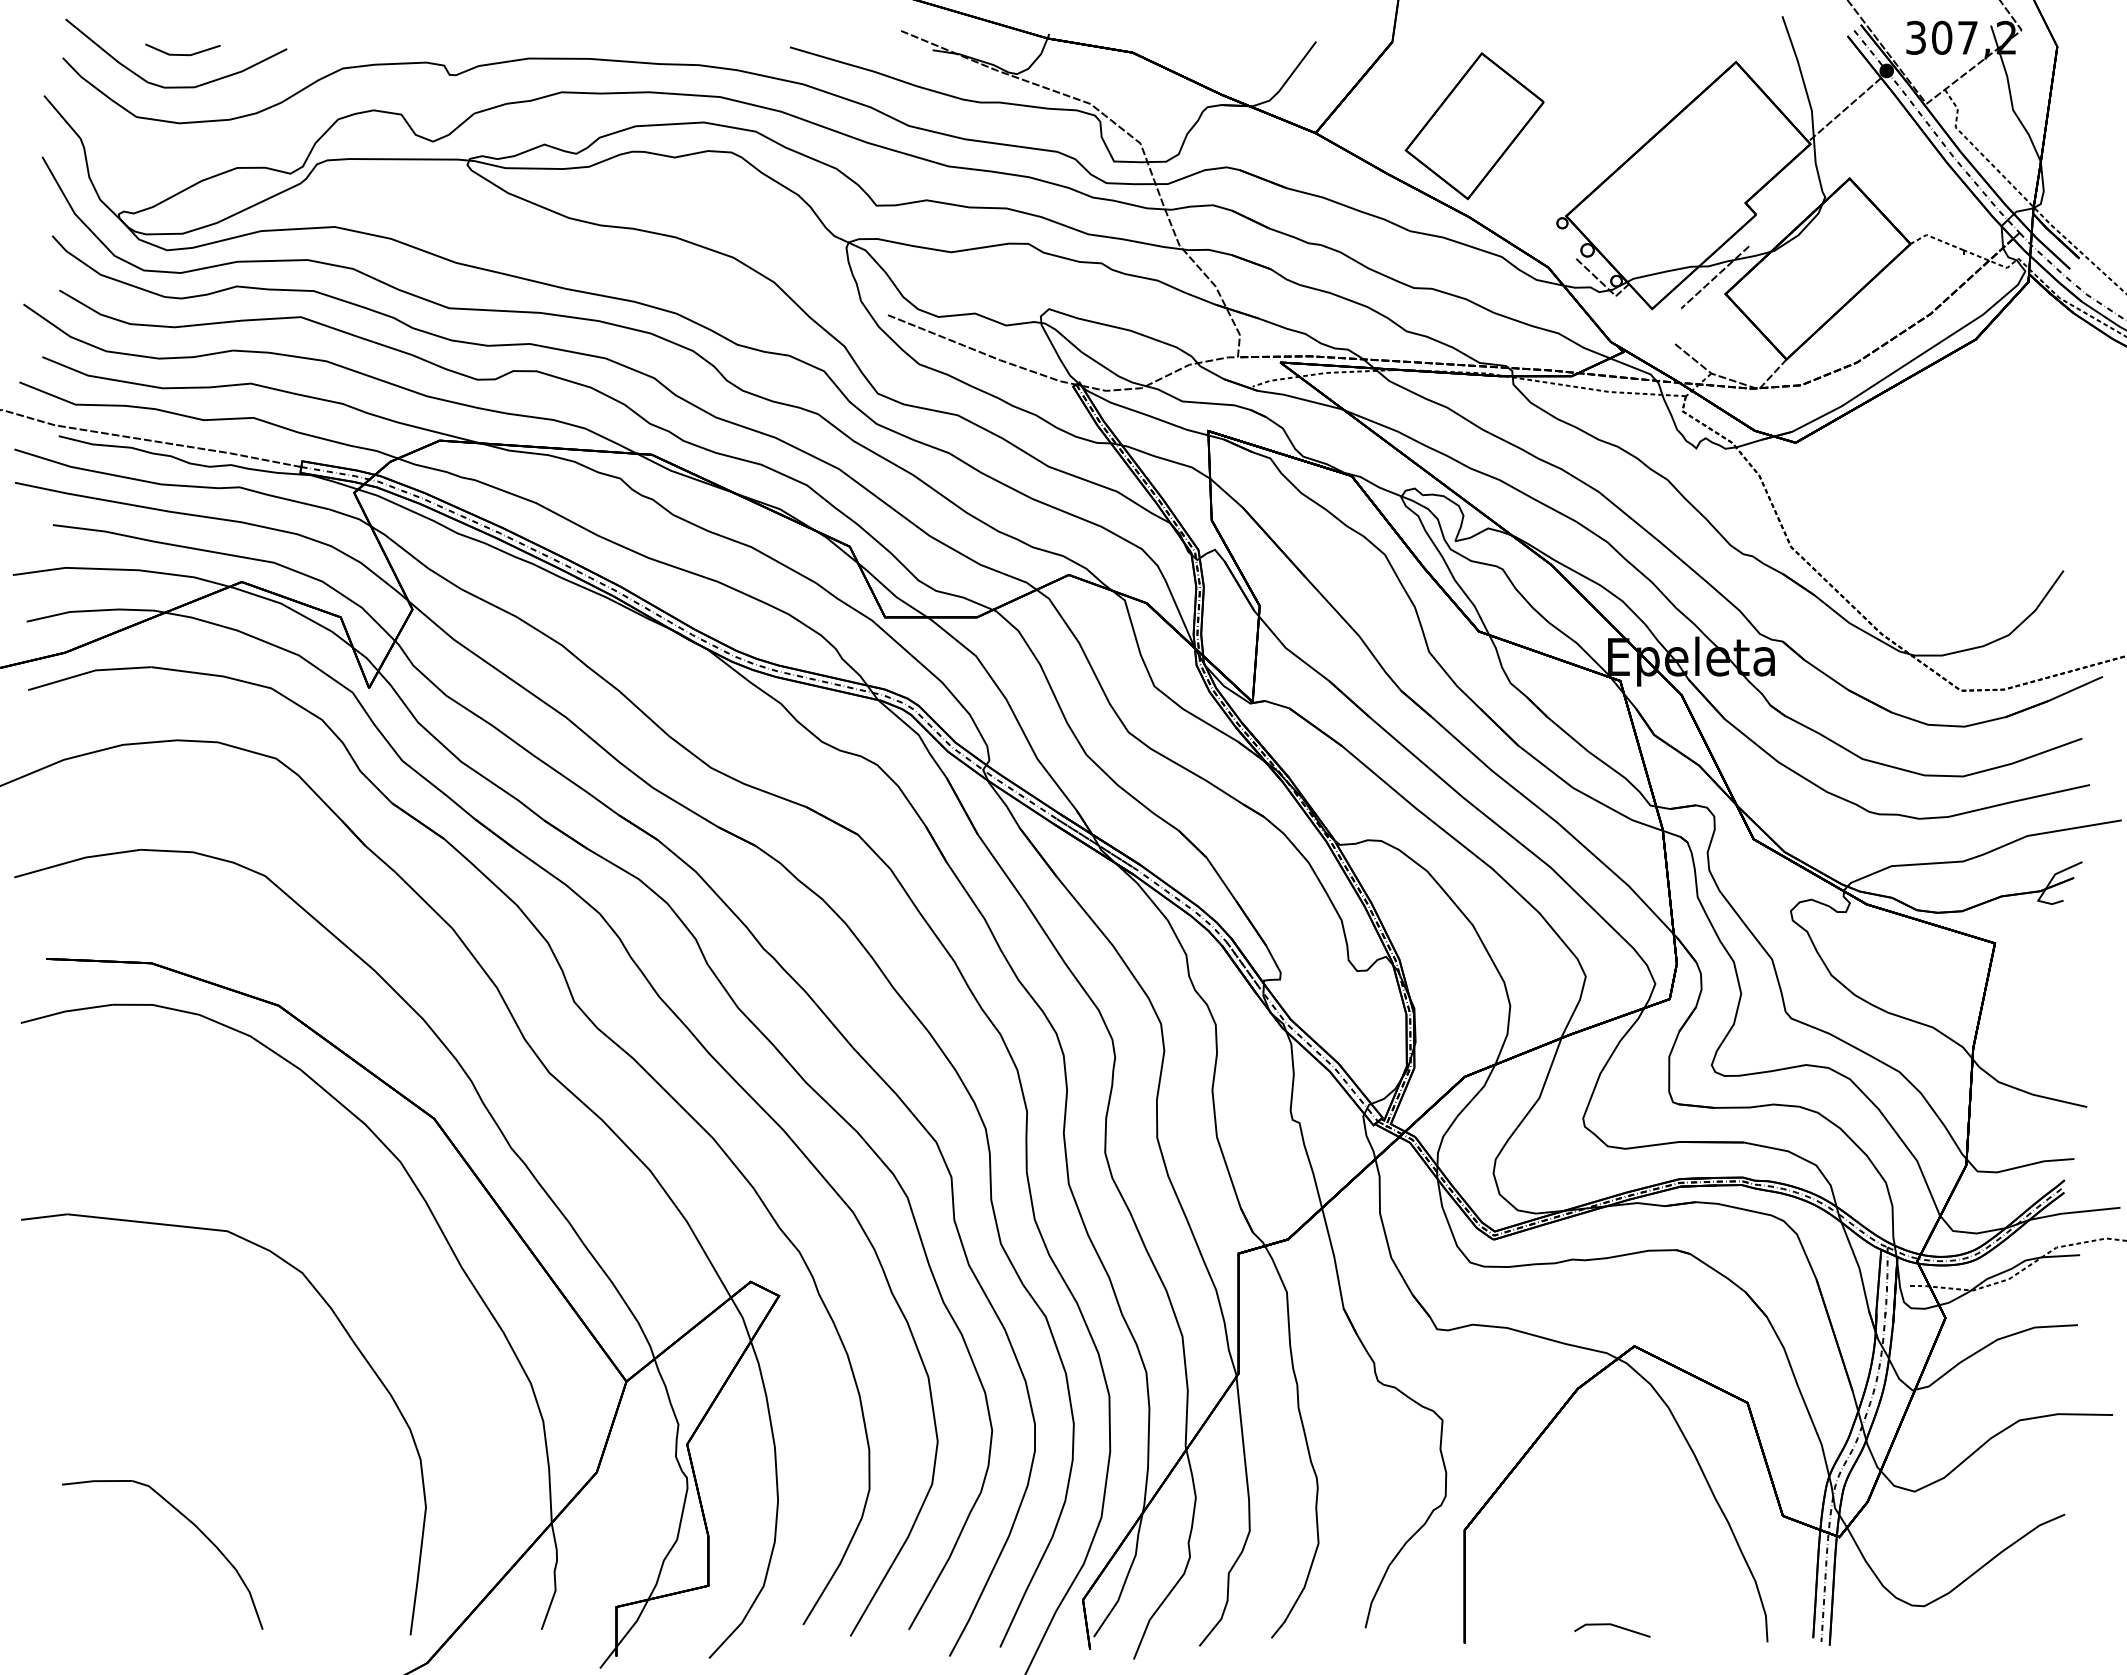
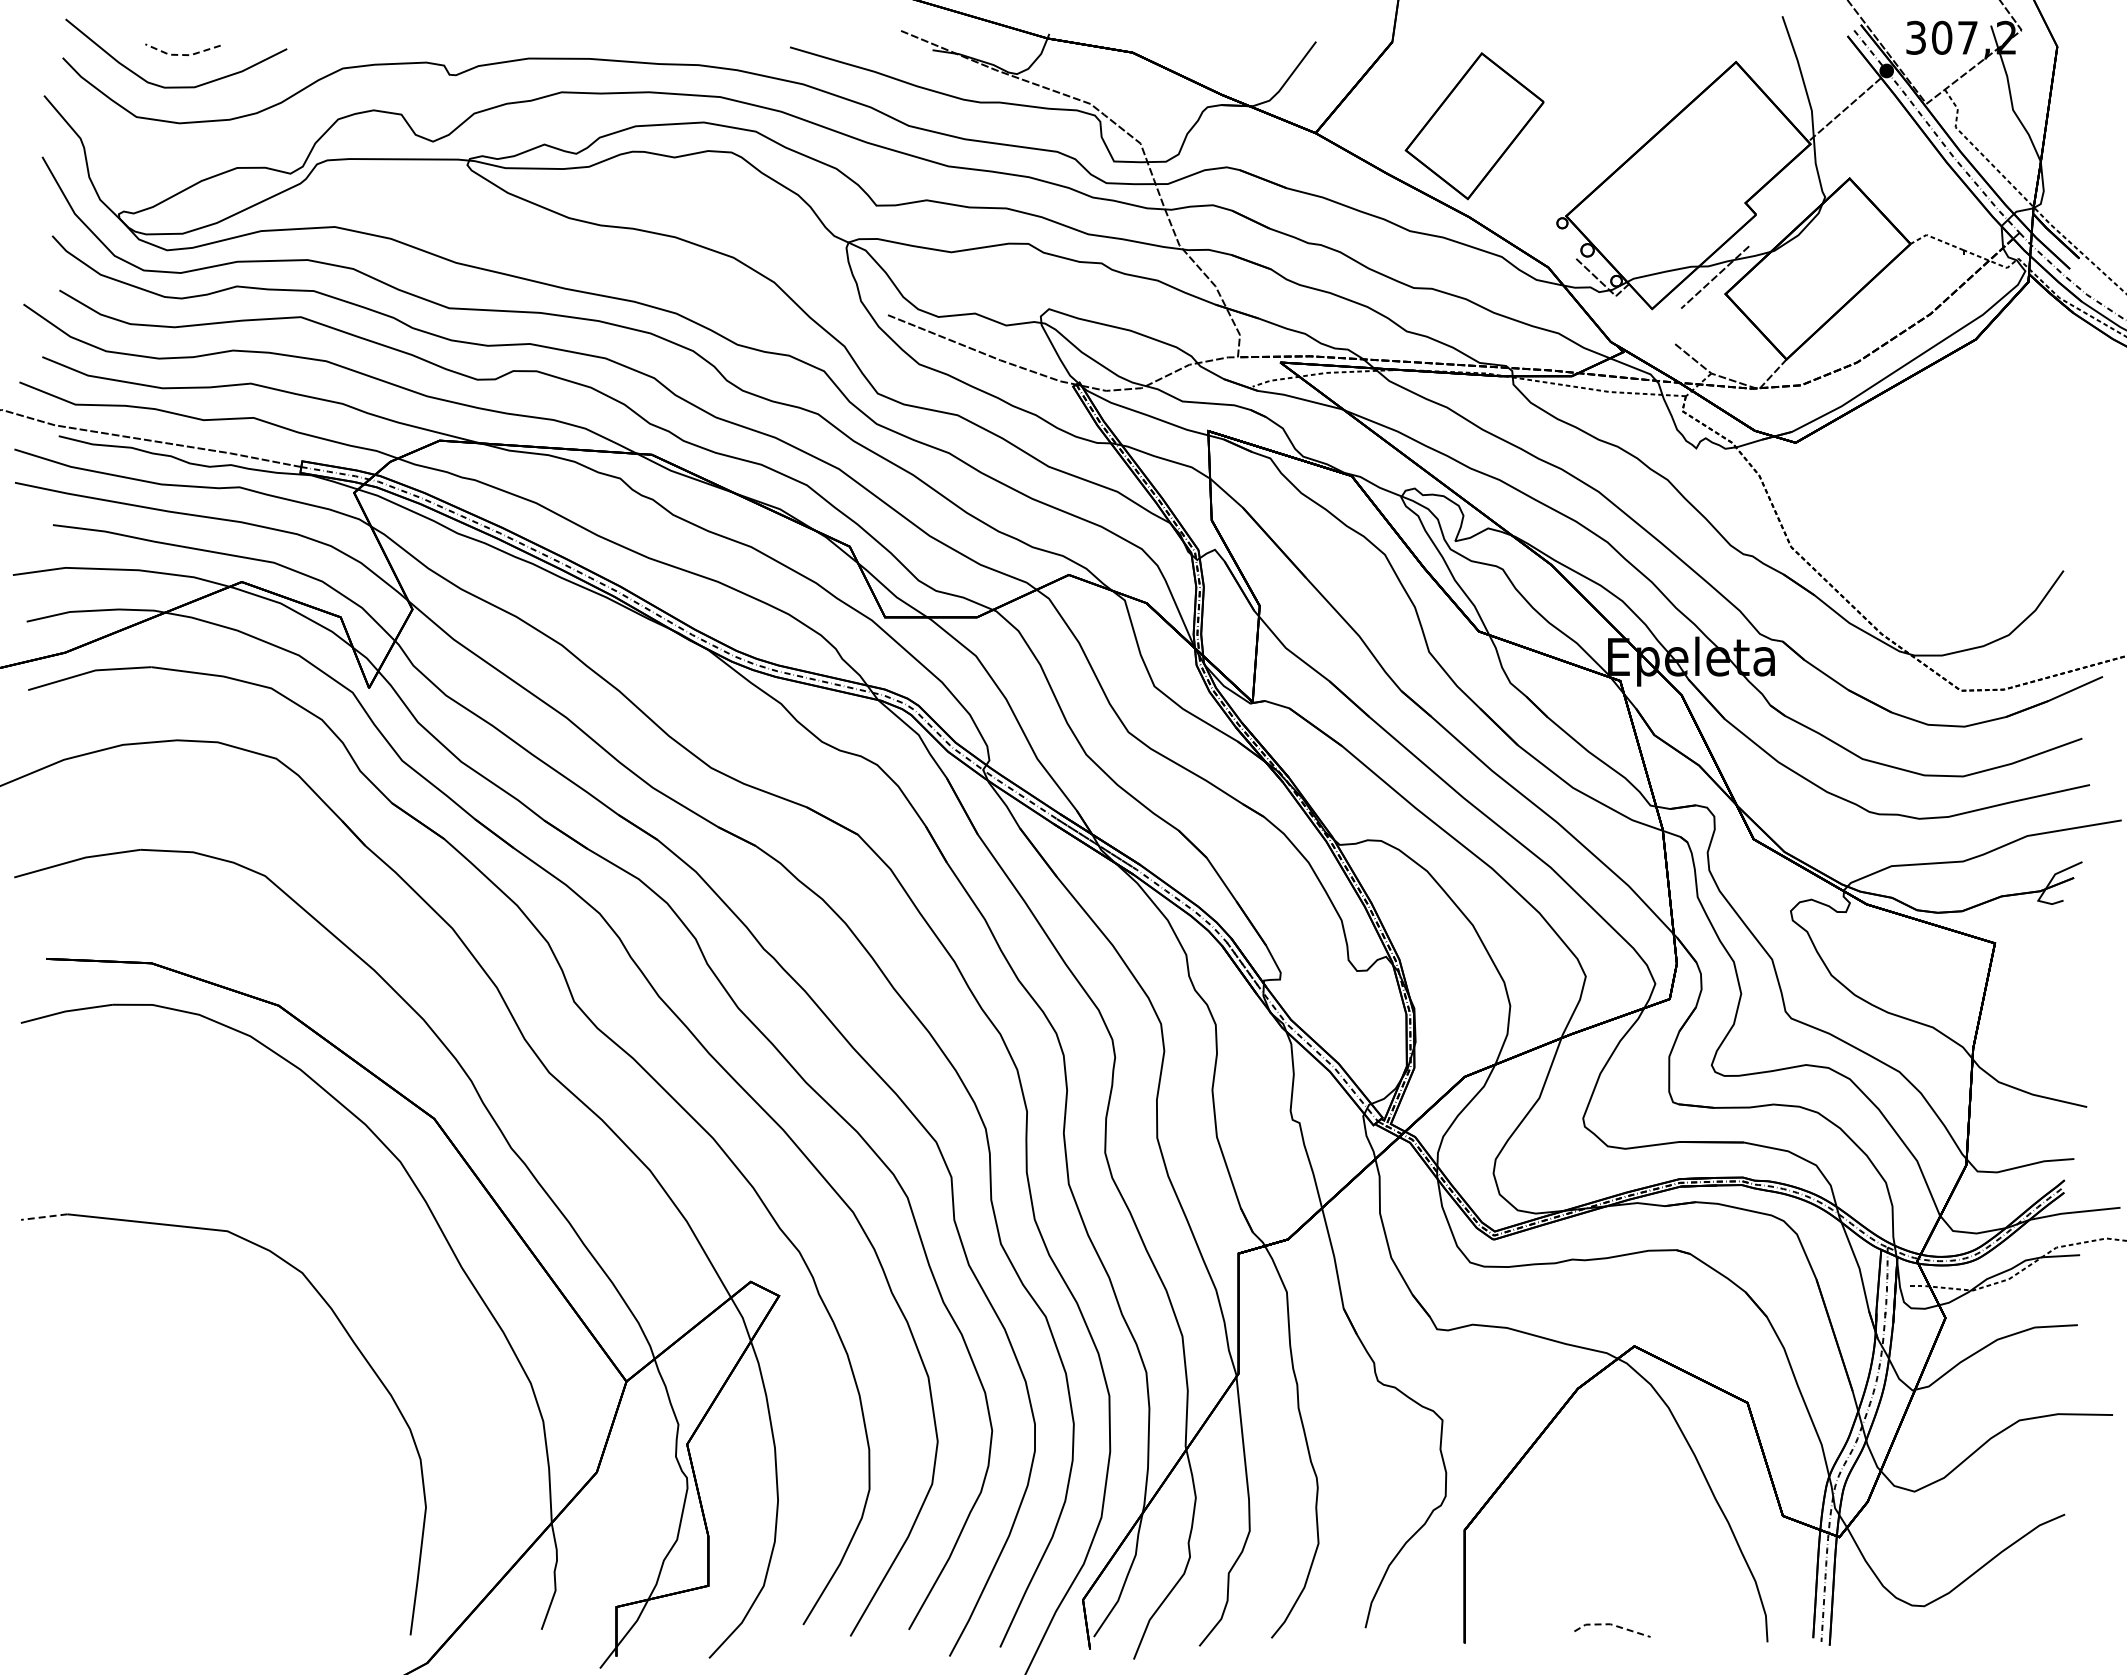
line at (181, 55): solid -> dashed
line at (43, 1217): solid -> dashed
part at (192, 1524): present -> none
line at (1611, 1624): solid -> dashed
